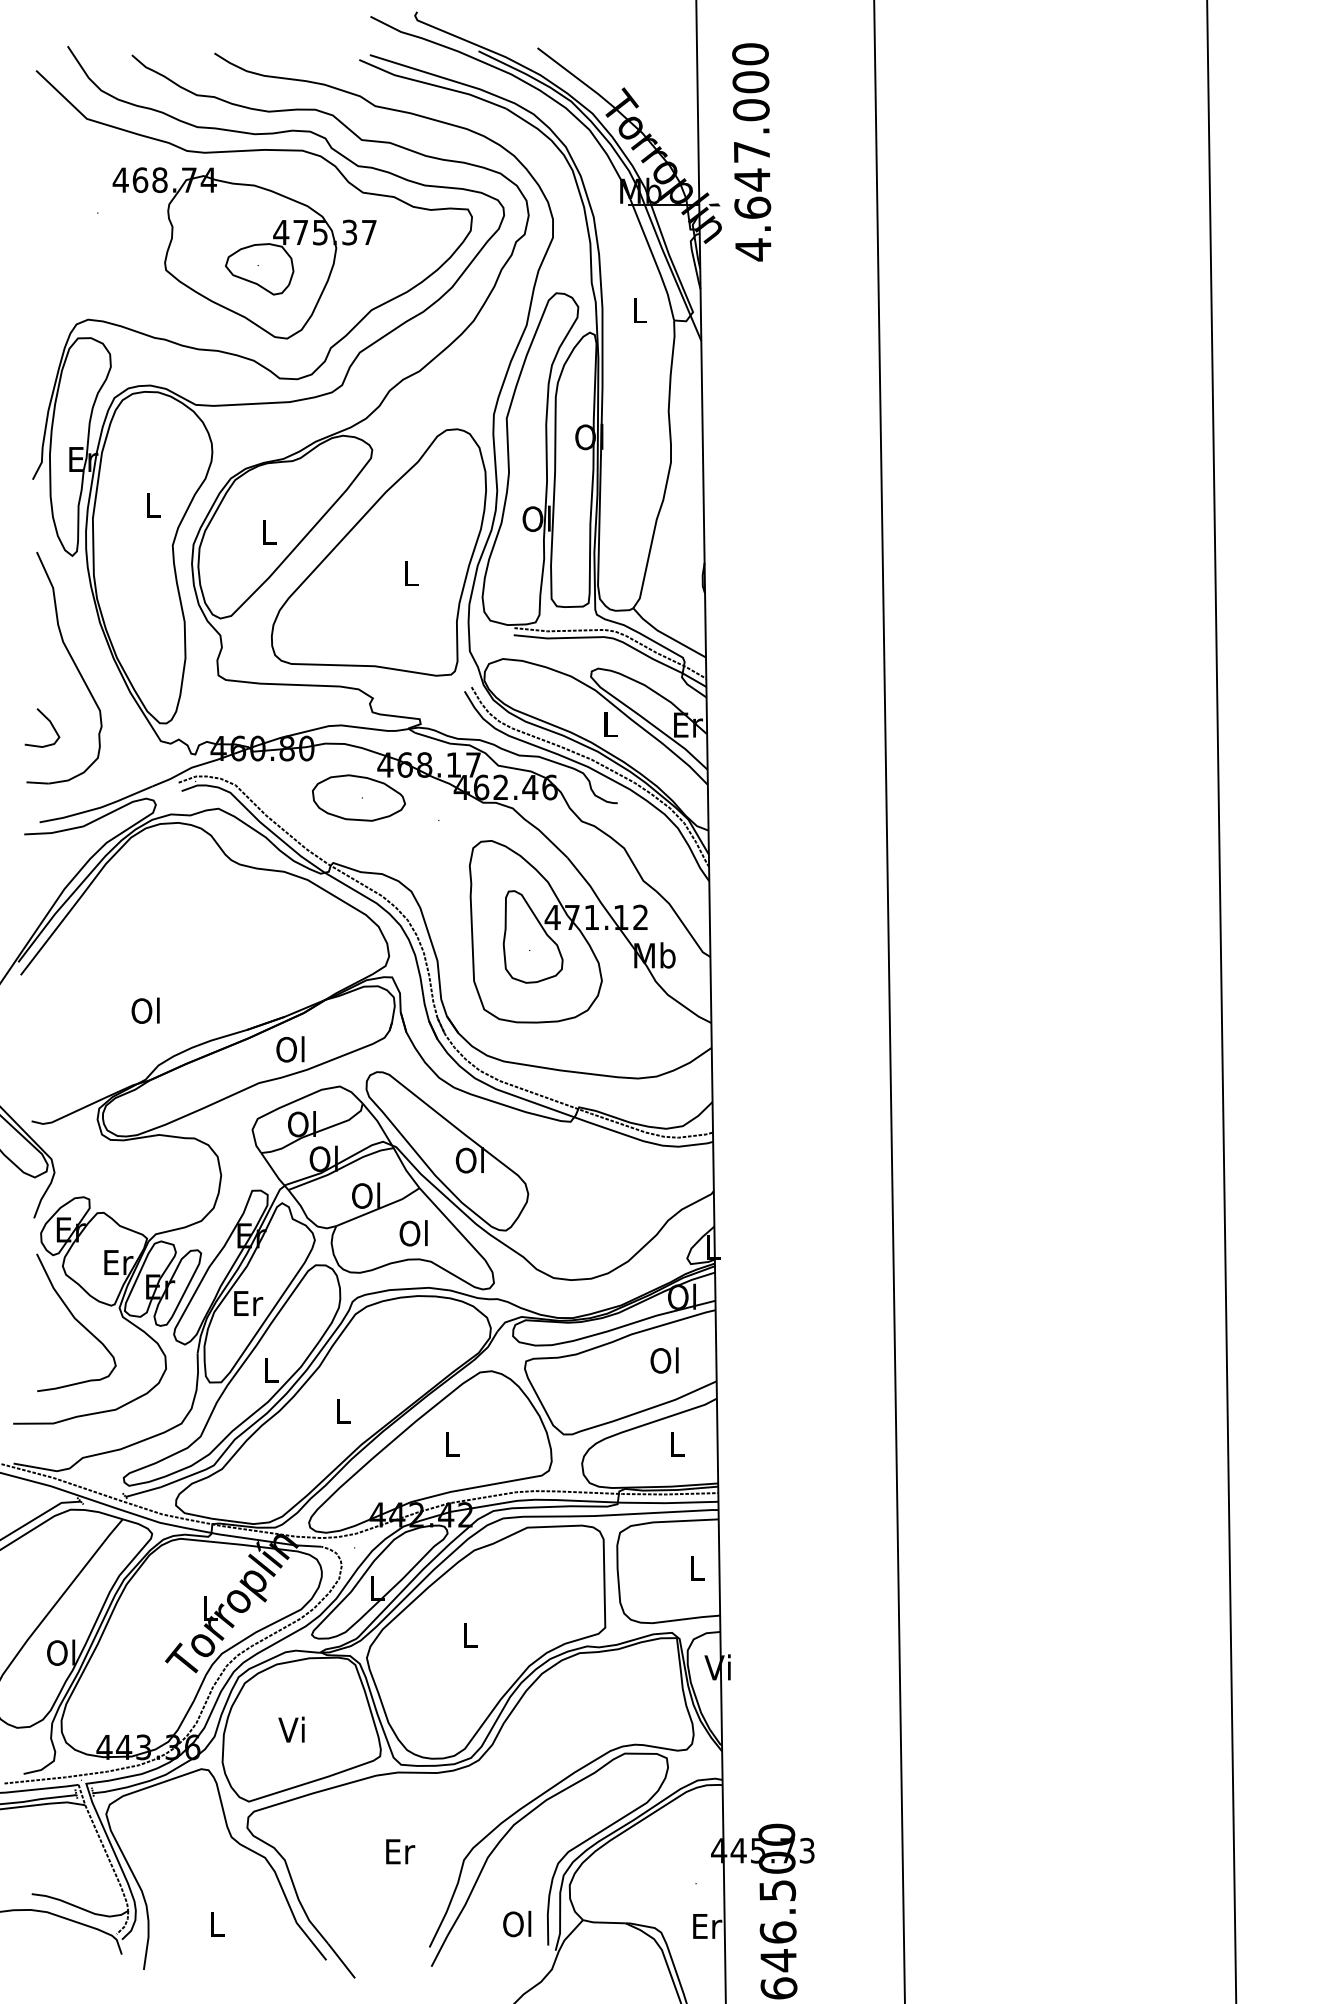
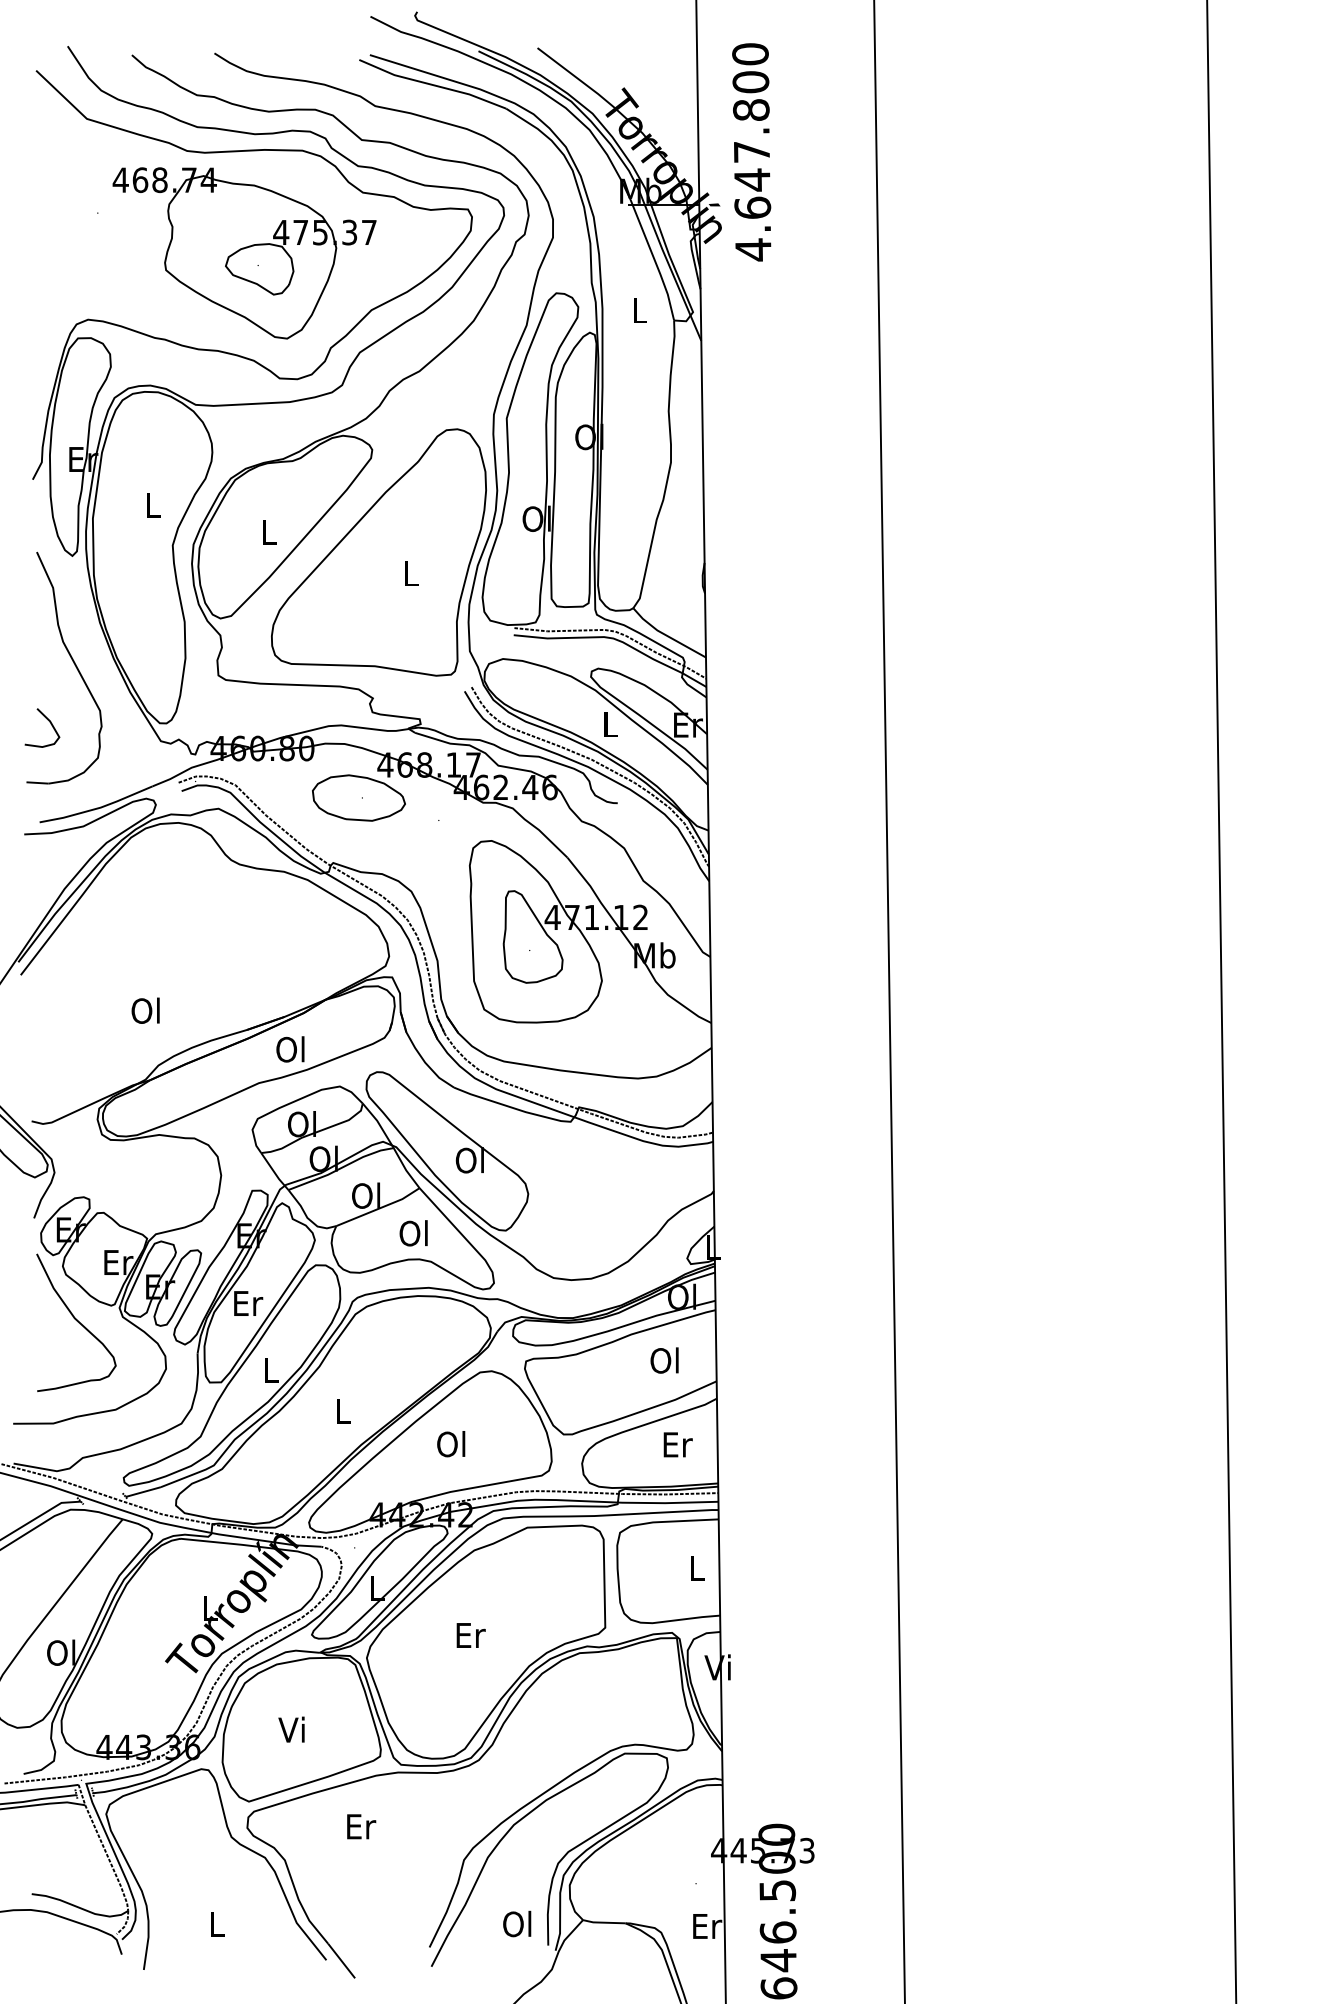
text at (751, 110): 4.647.000 -> 4.647.800
text at (451, 1444): L -> Ol
text at (677, 1444): L -> Er
text at (470, 1635): L -> Er
text at (400, 1851) position: (400, 1851) -> (361, 1826)
